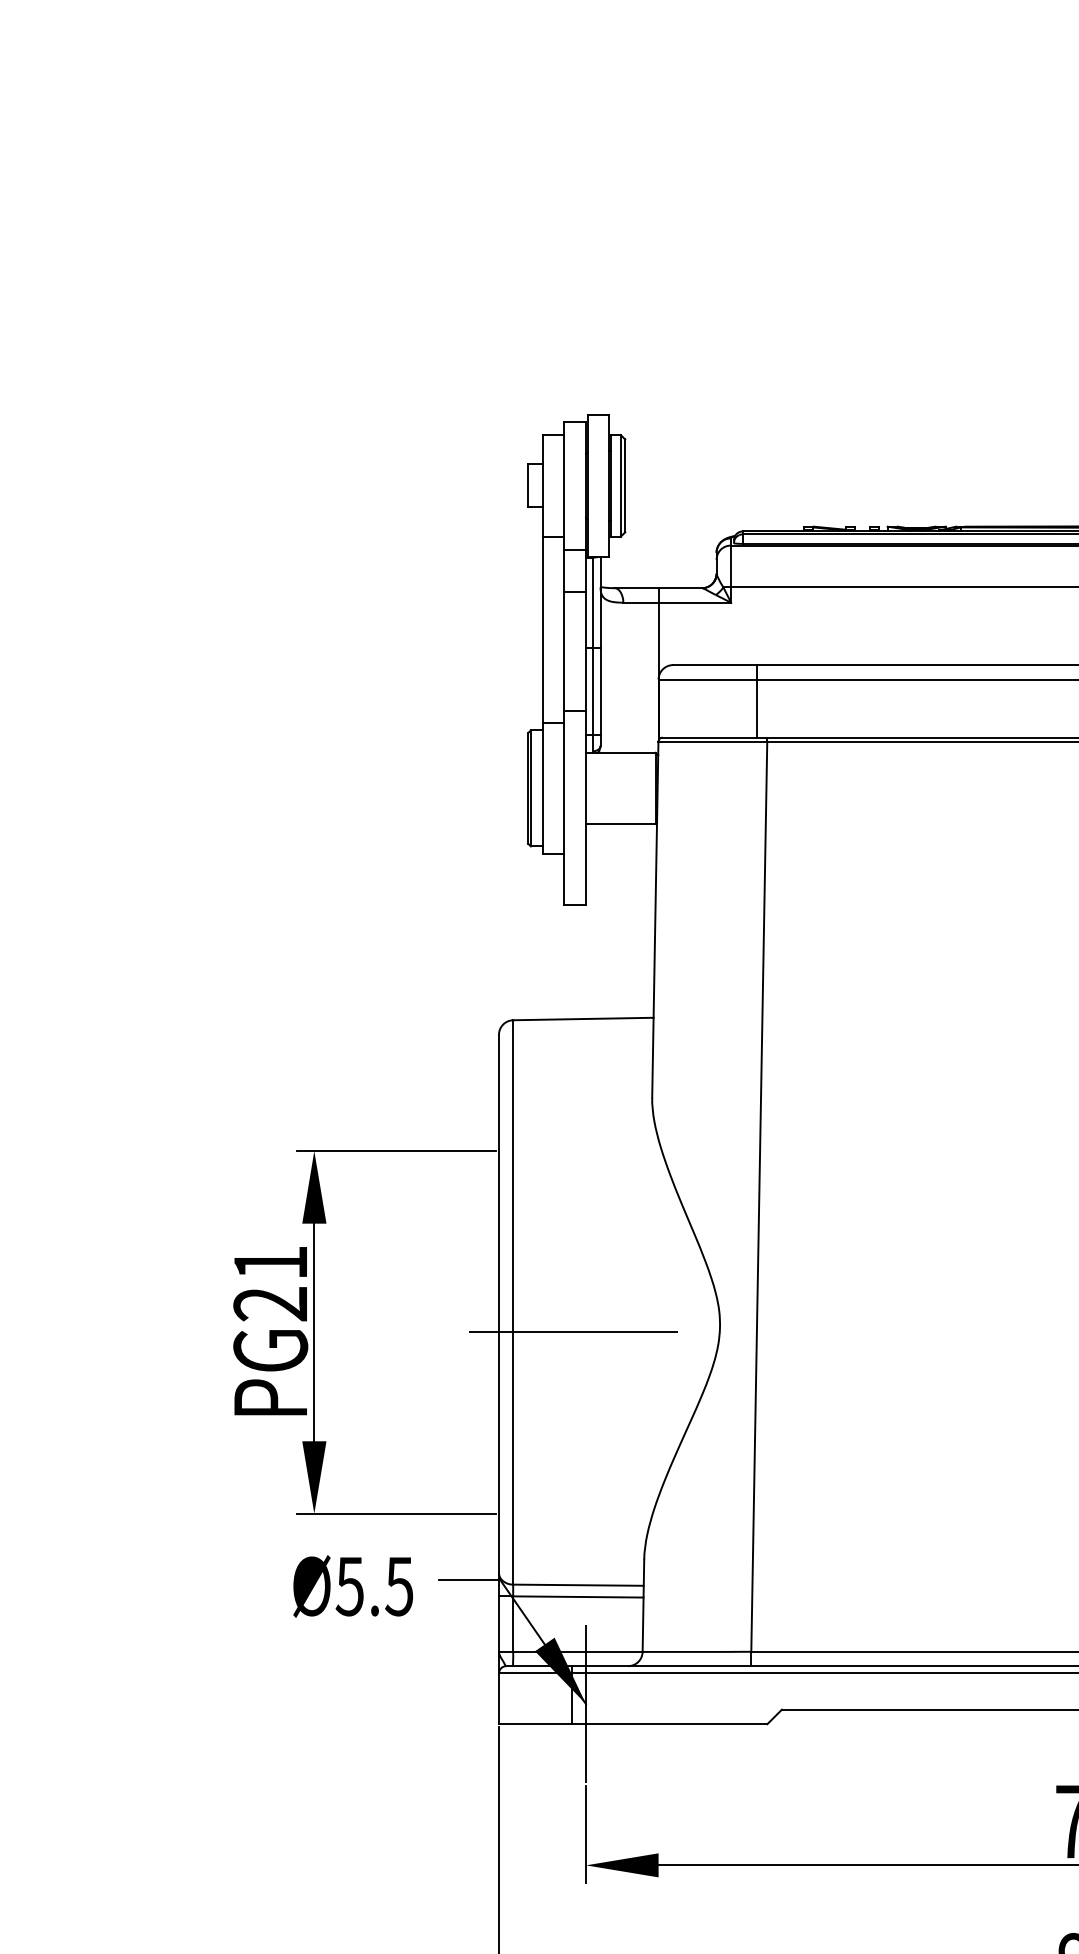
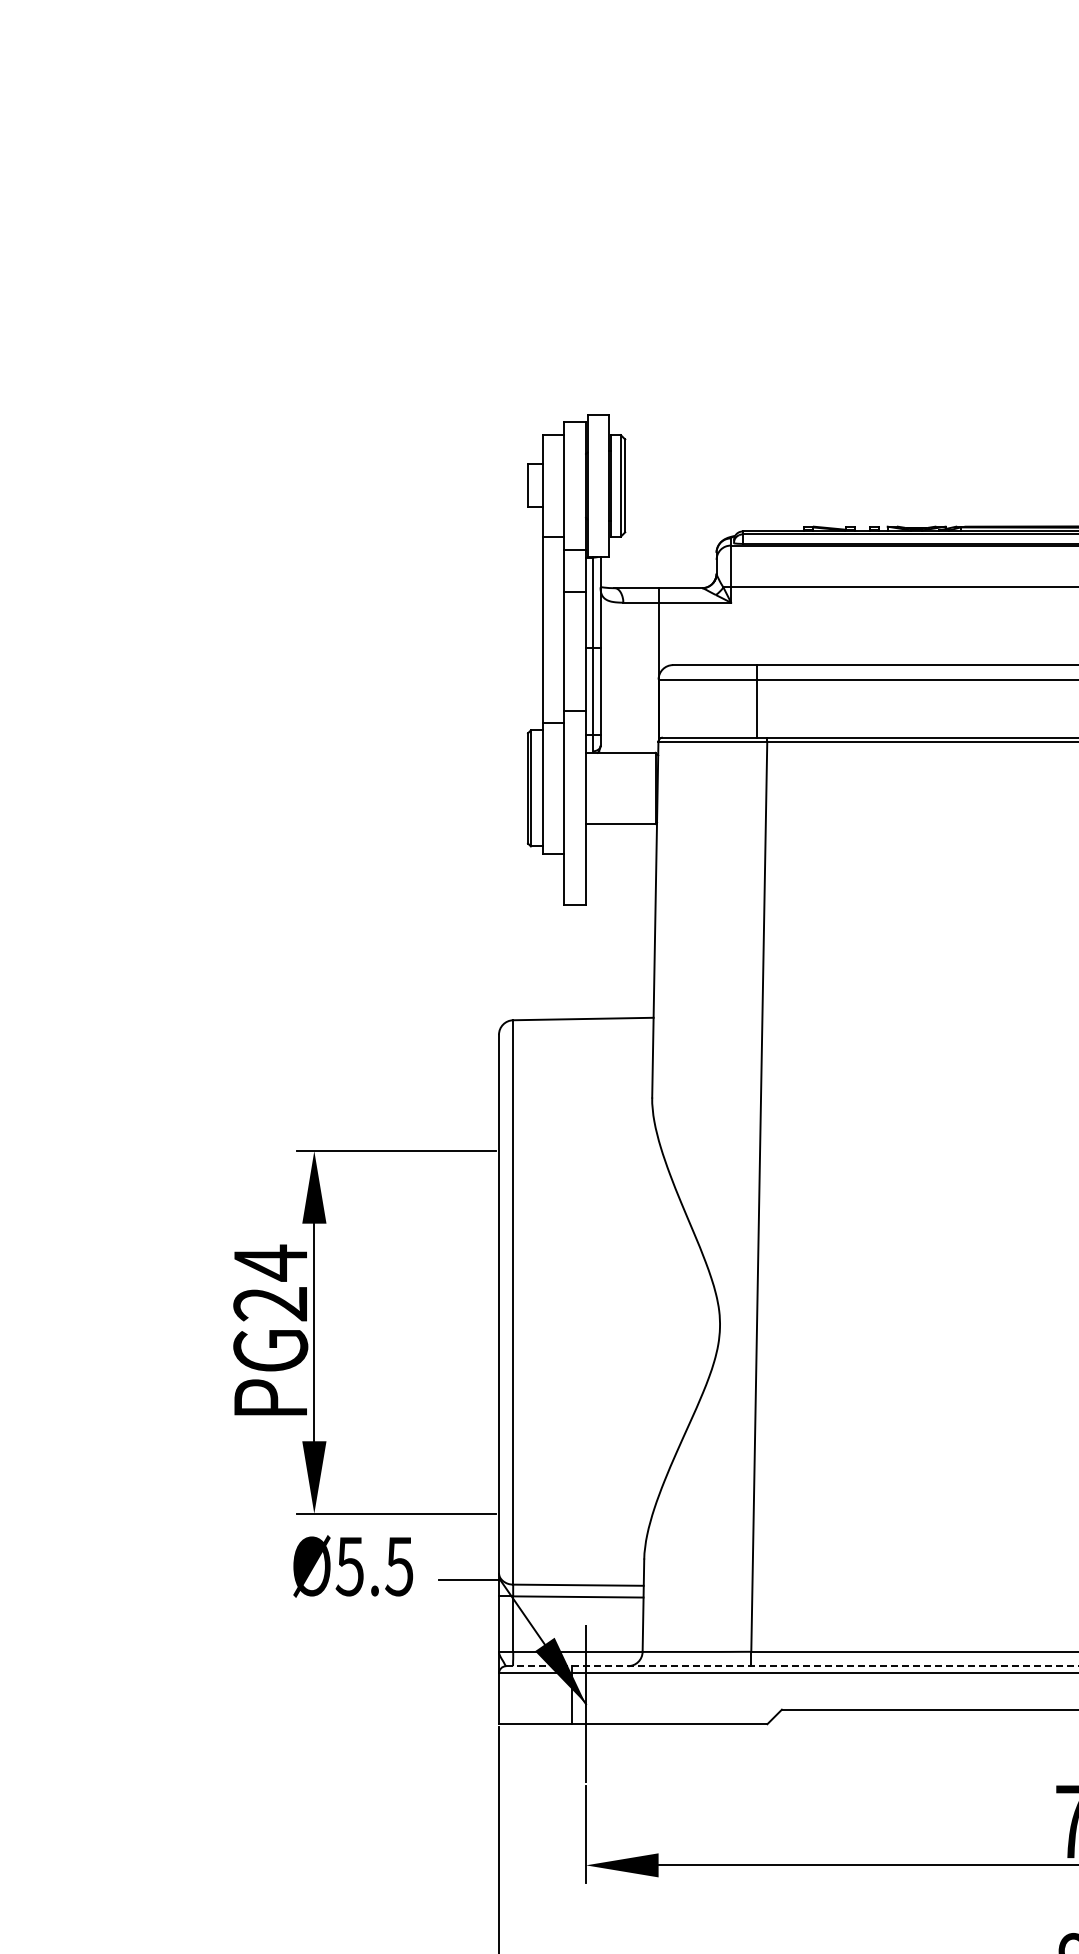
text at (270, 1262): PG21 -> PG24
line at (573, 1332): present -> none
text at (353, 1586) position: (353, 1586) -> (353, 1566)
line at (793, 1666): solid -> dashed
